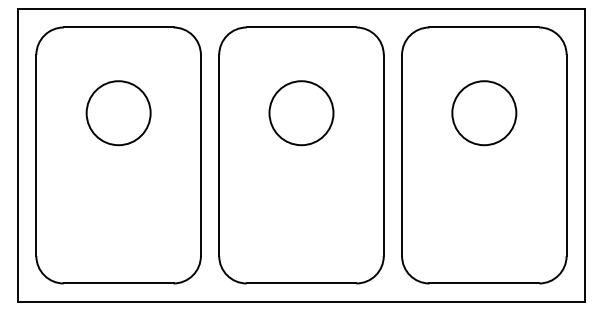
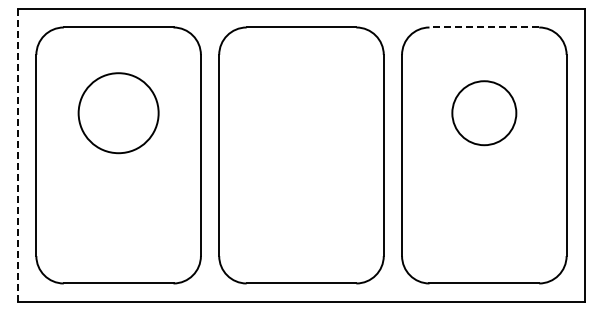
line at (484, 27): solid -> dashed
circle at (118, 113) diameter: 64 px -> 80 px
circle at (301, 113): present -> none
line at (18, 155): solid -> dashed
